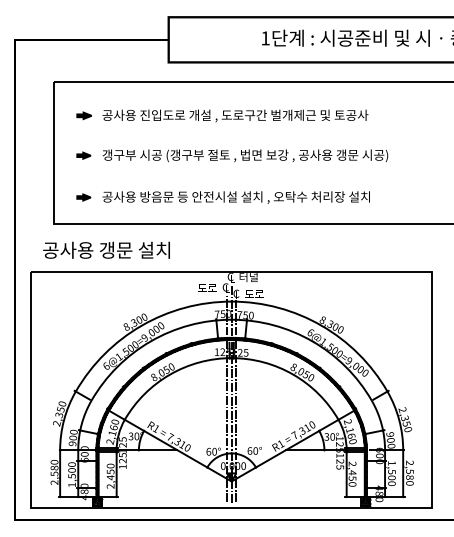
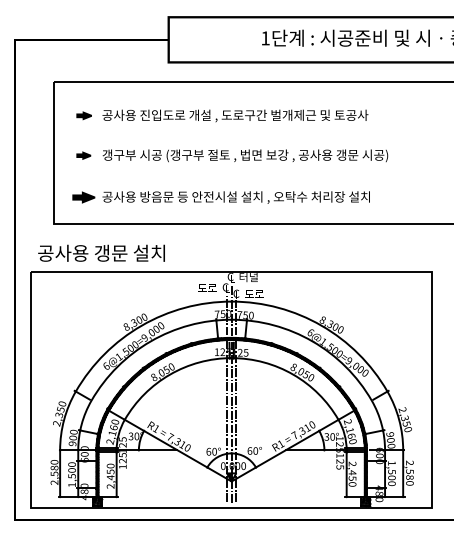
part at (83, 197) size: 16x9 px -> 24x13 px
text at (106, 249) position: (106, 249) -> (101, 252)
